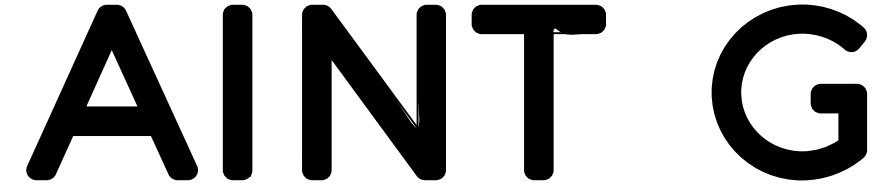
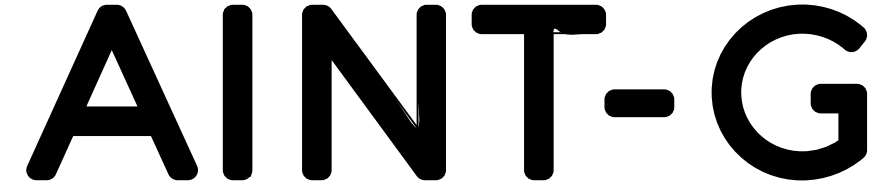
part at (639, 103): none -> present
